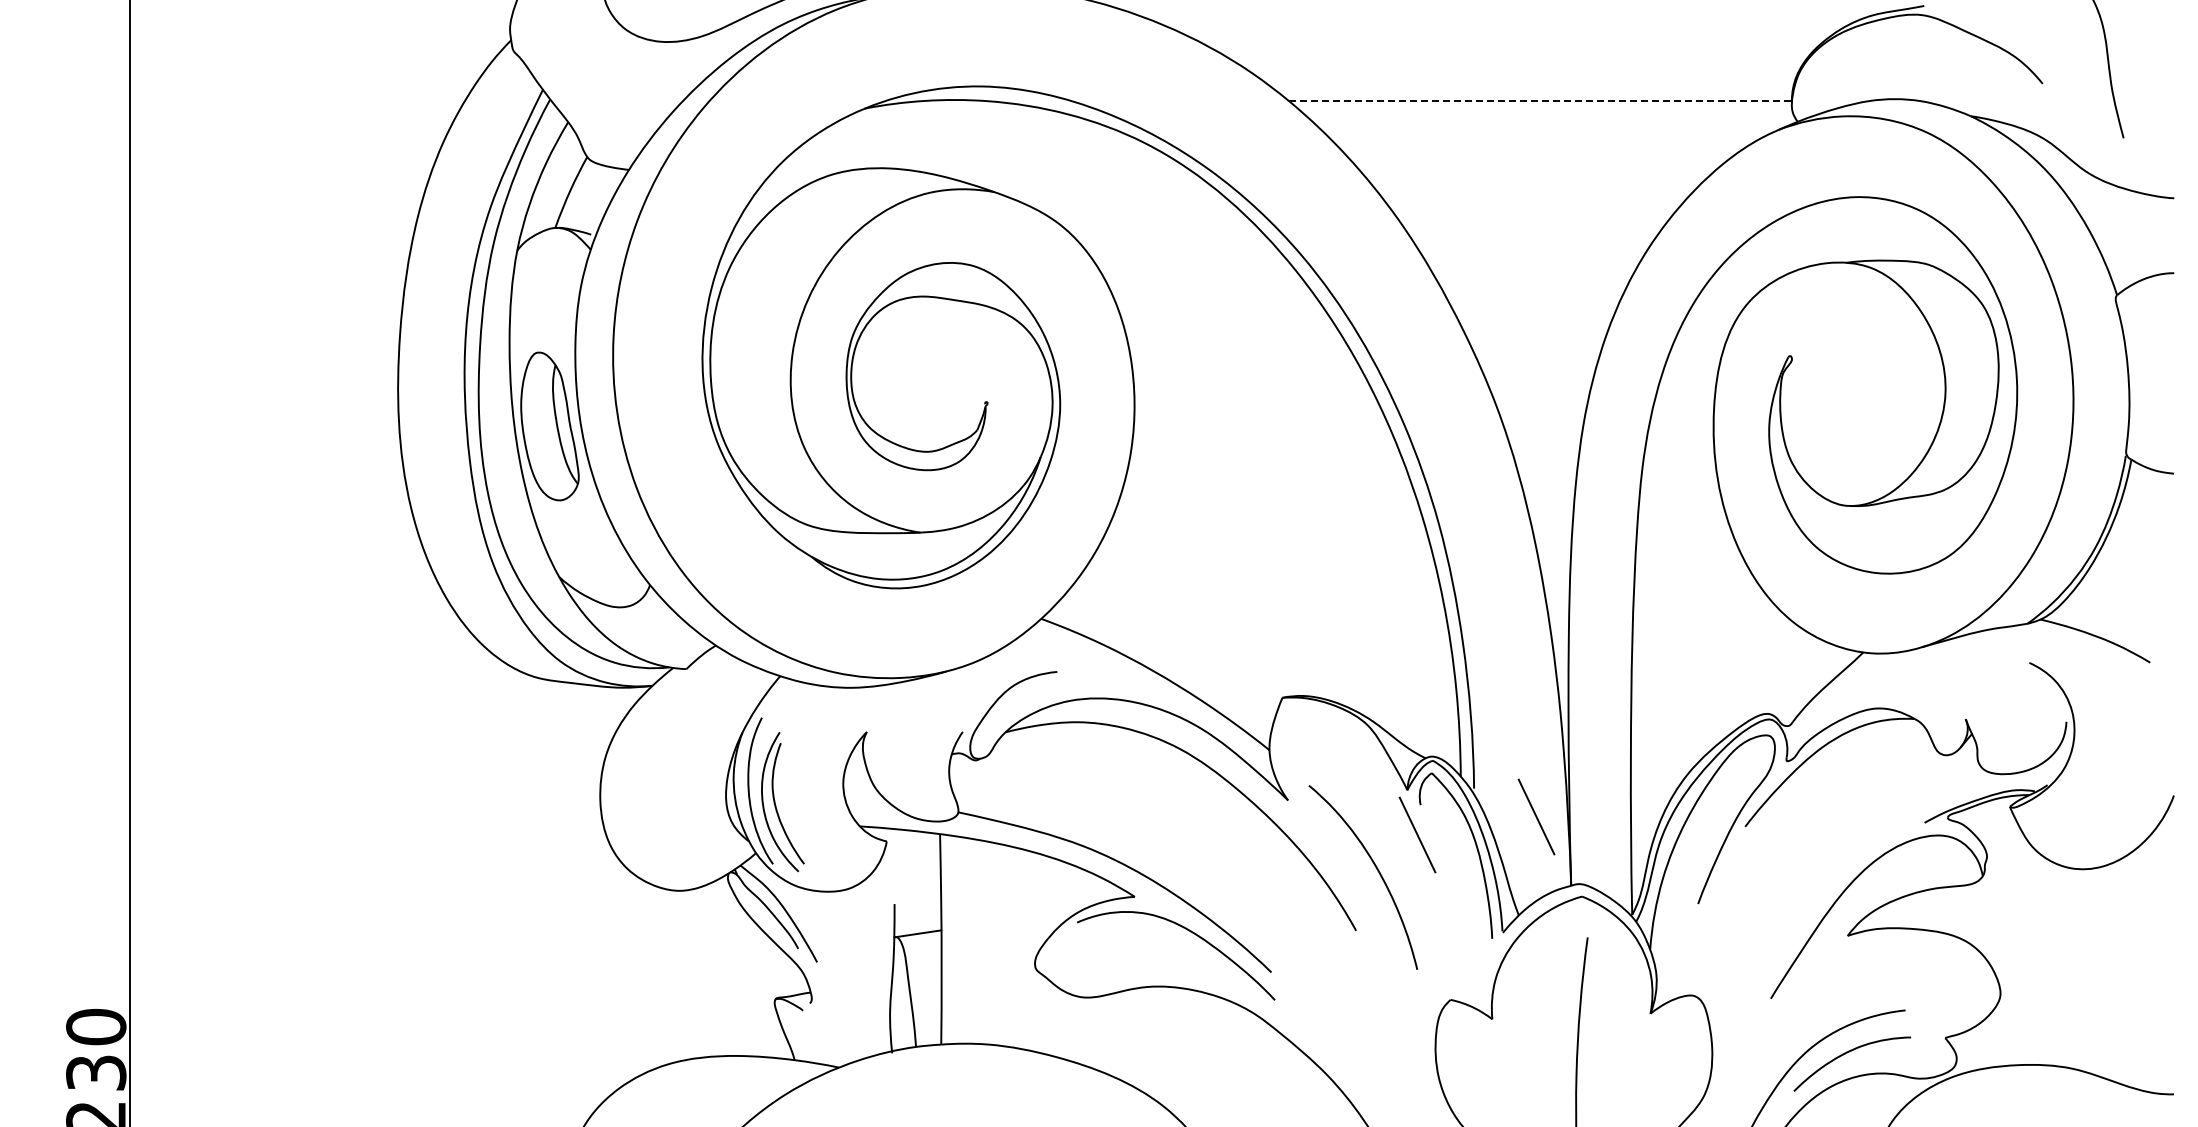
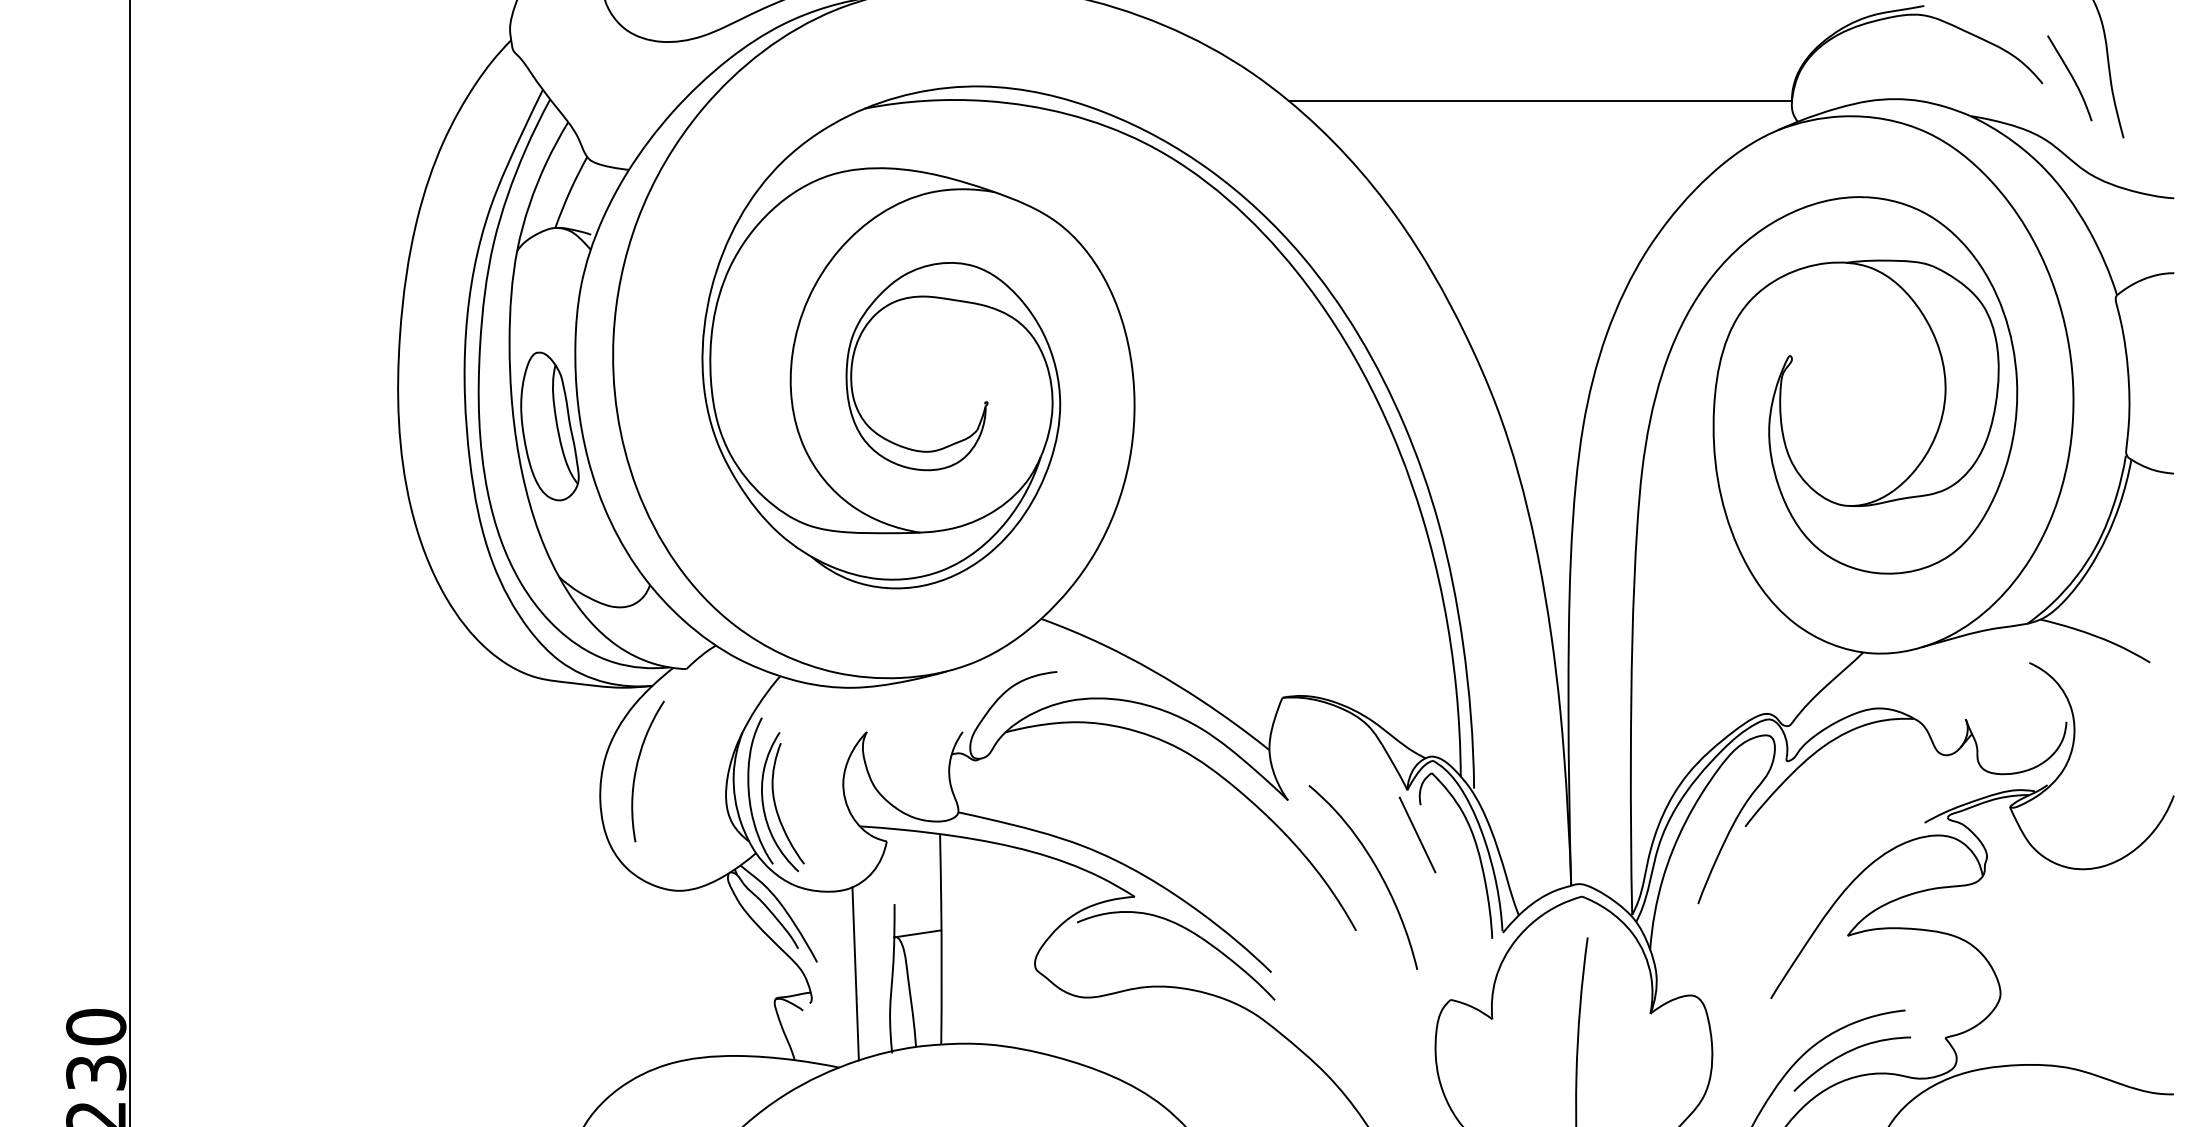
curve at (2071, 77): none -> present
line at (1540, 101): dashed -> solid
curve at (637, 768): none -> present
line at (1536, 816): present -> none
line at (855, 973): none -> present
